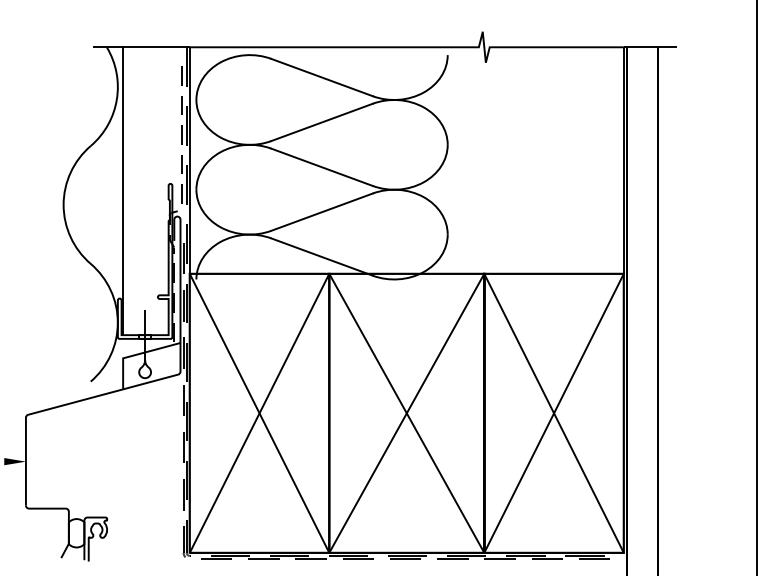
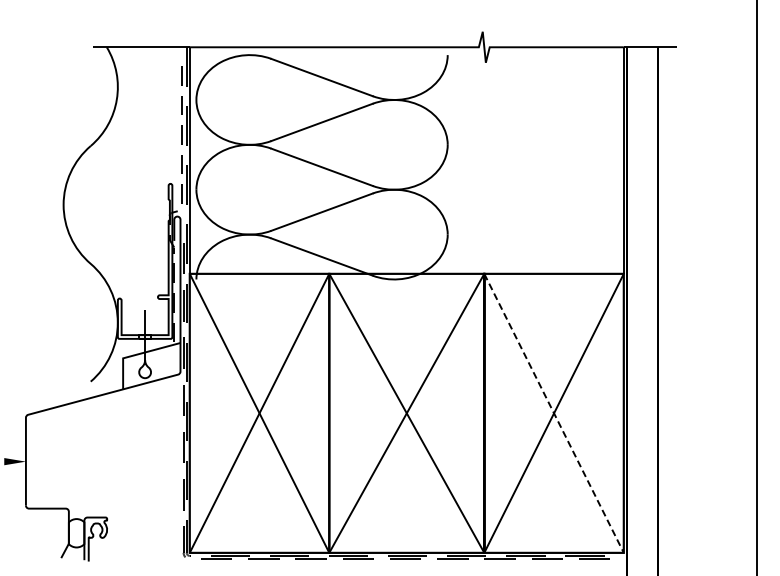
line at (123, 191): present -> none
line at (554, 413): solid -> dashed
